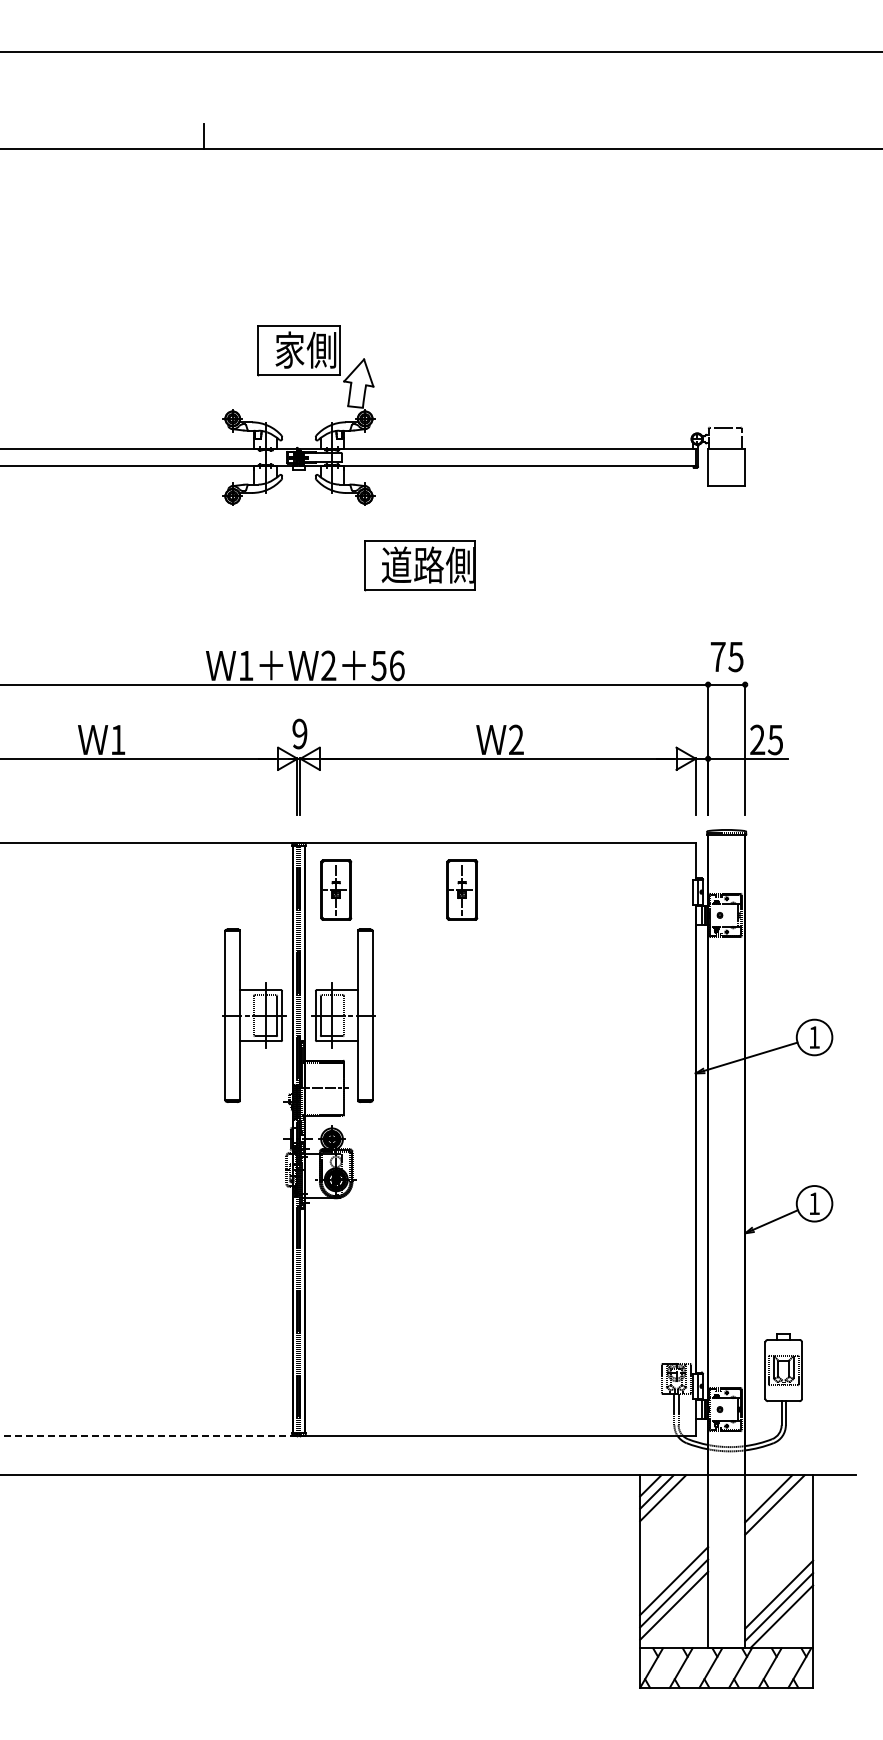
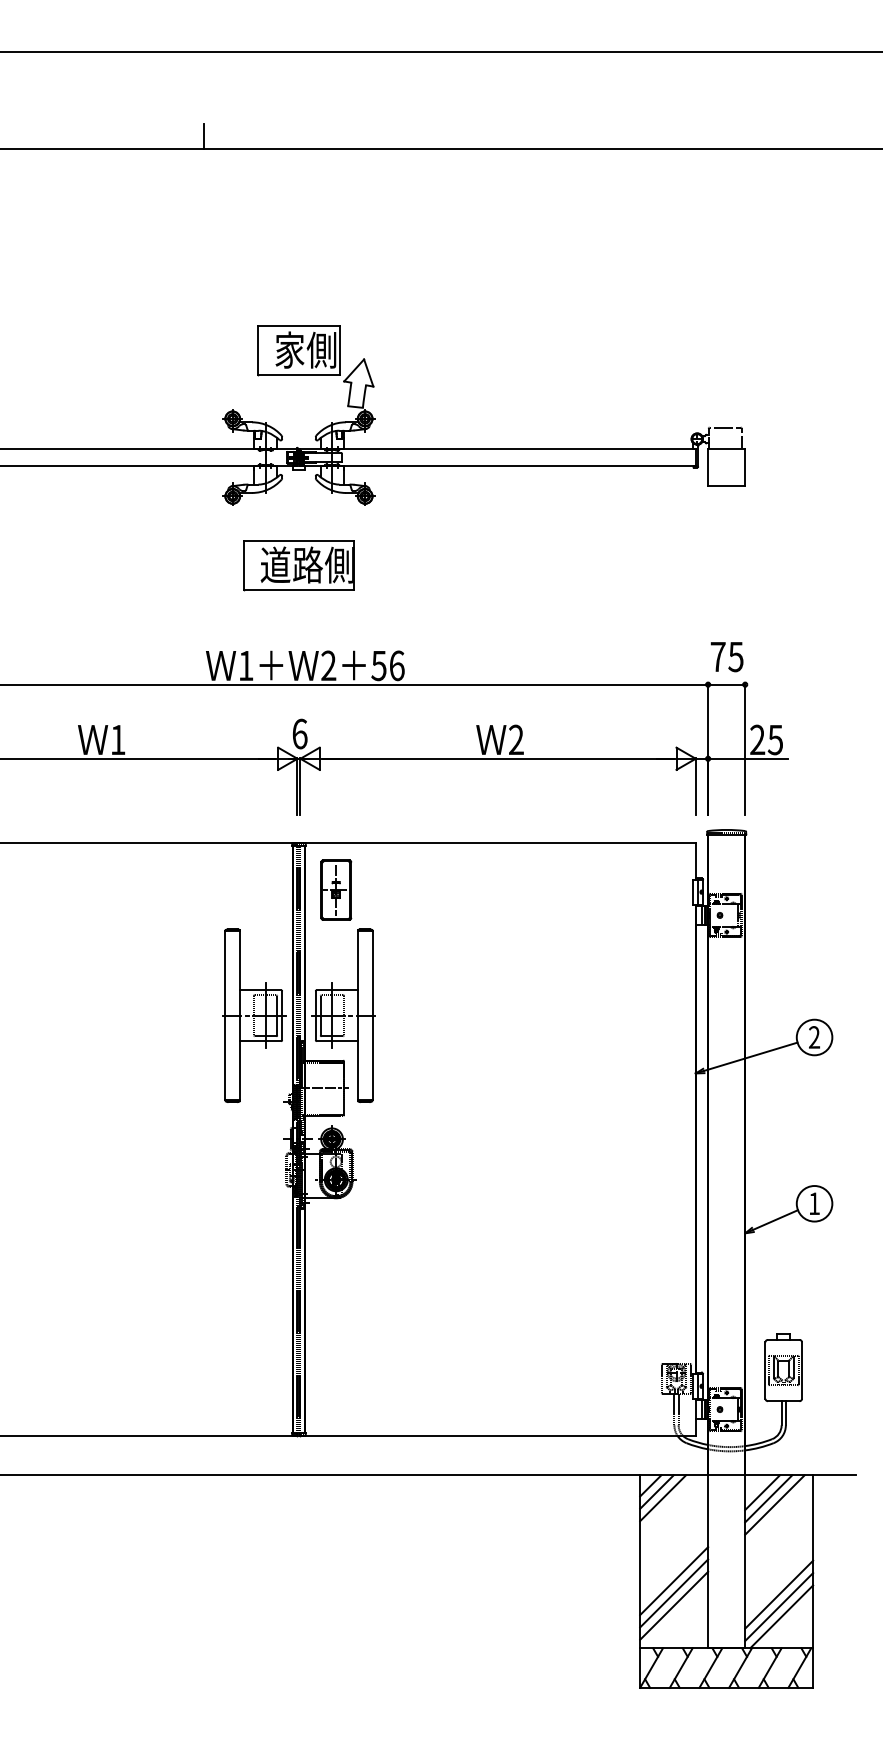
part at (419, 565) position: (419, 565) -> (298, 565)
text at (299, 733): 9 -> 6
part at (462, 889): present -> none
text at (814, 1037): 1 -> 2
line at (148, 1435): dashed -> solid
line at (762, 1492): none -> present
